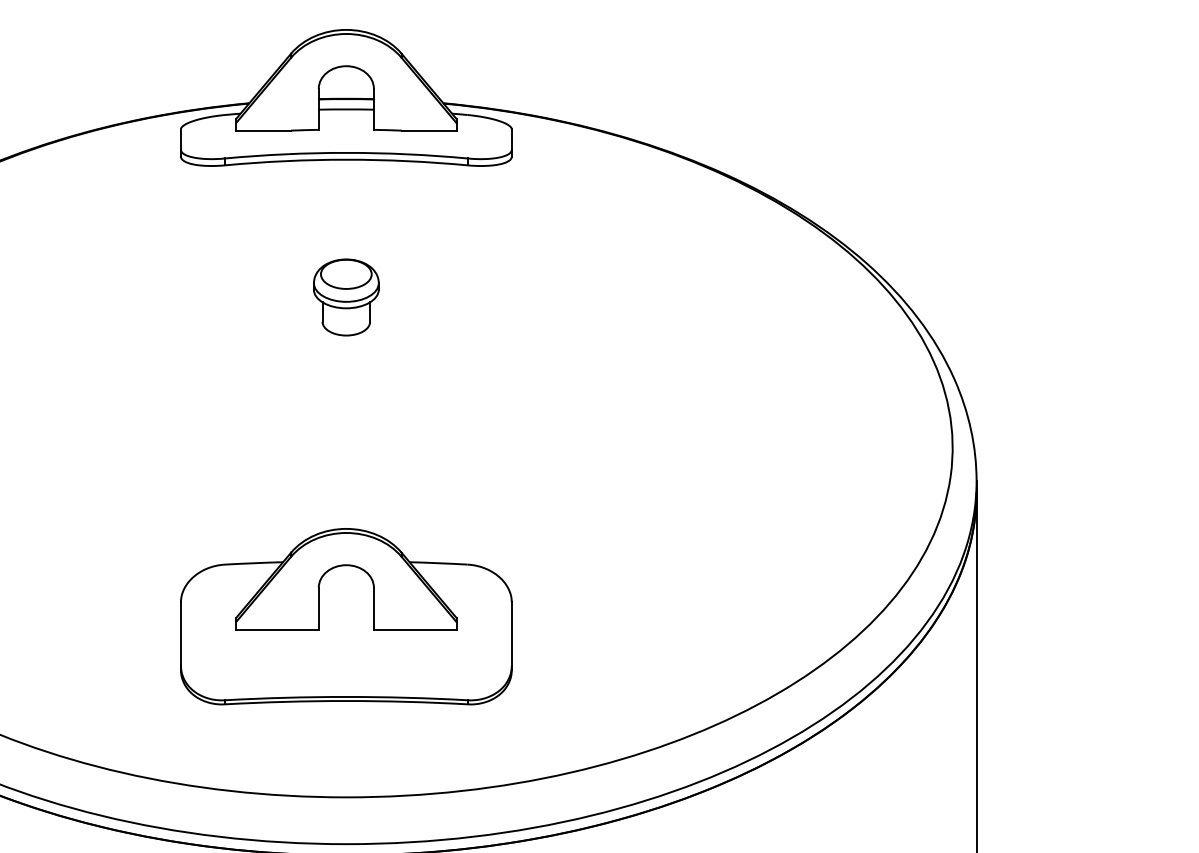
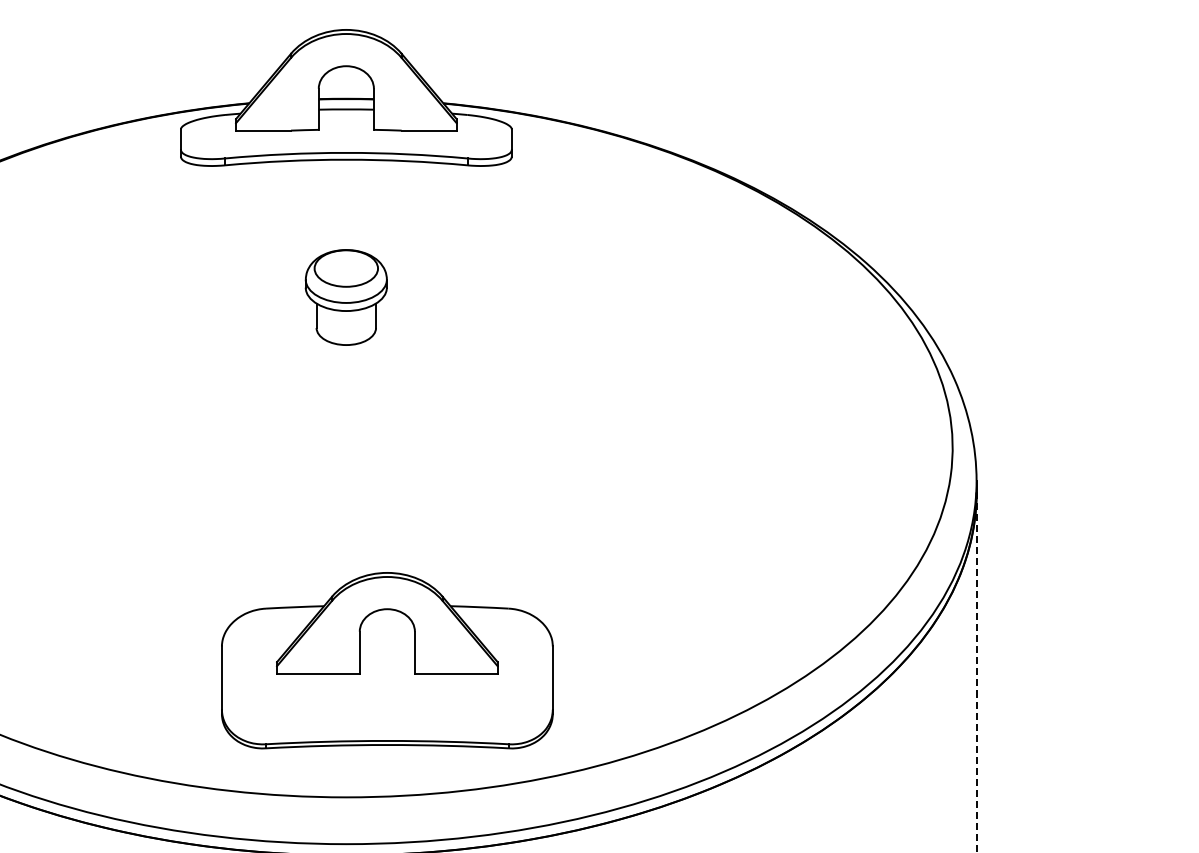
part at (346, 297) size: 67x79 px -> 84x97 px
part at (346, 616) position: (346, 616) -> (387, 660)
line at (976, 673): solid -> dashed
